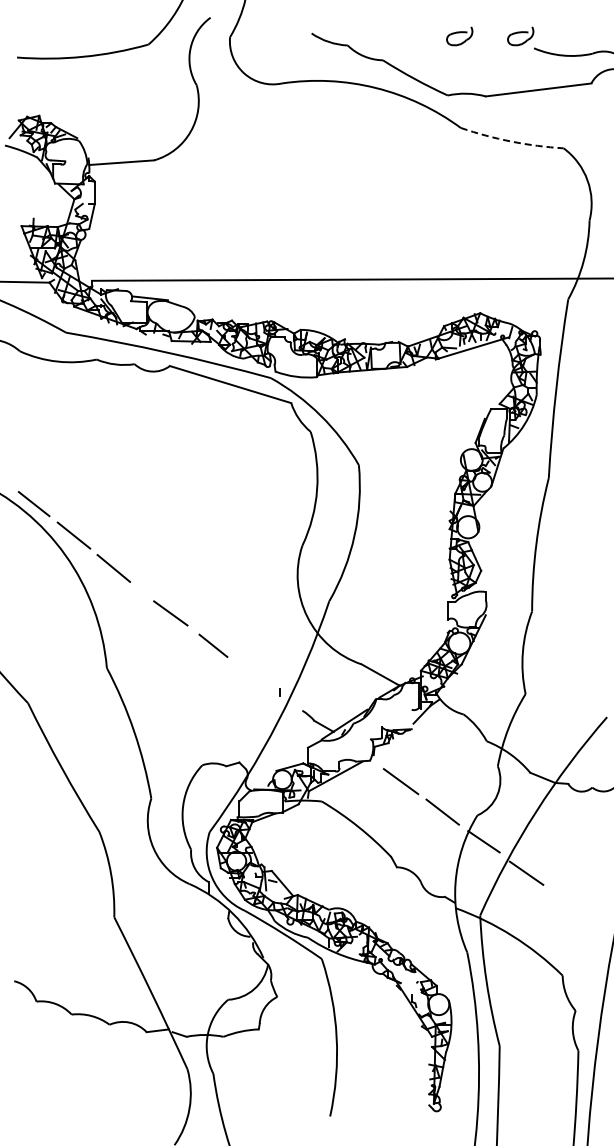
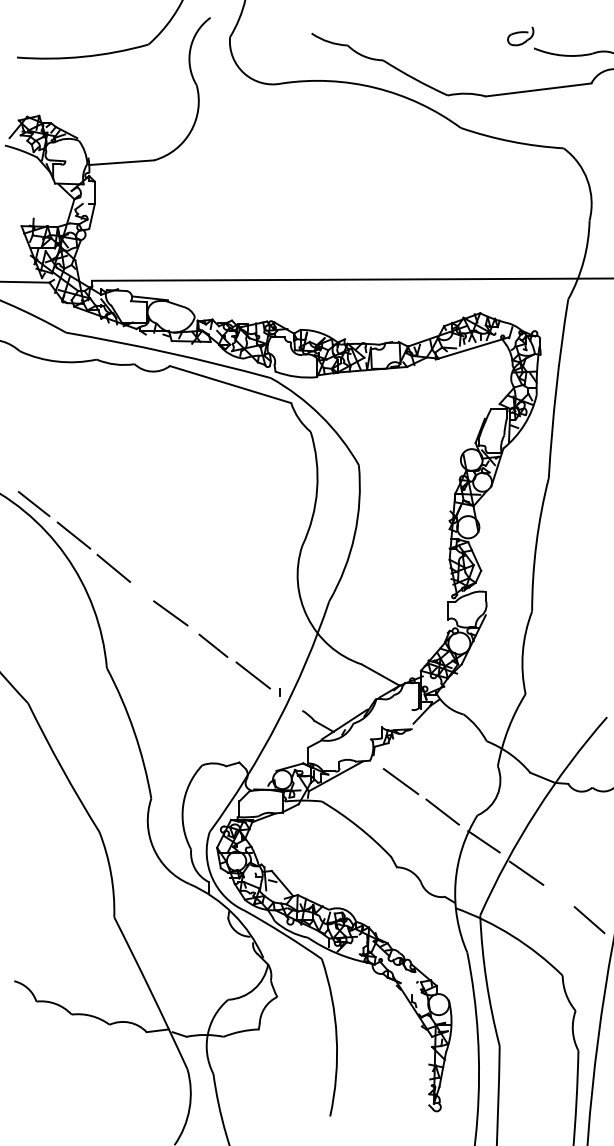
part at (459, 36): present -> none
arc at (511, 141): dashed -> solid
line at (252, 675): none -> present
line at (589, 920): none -> present
